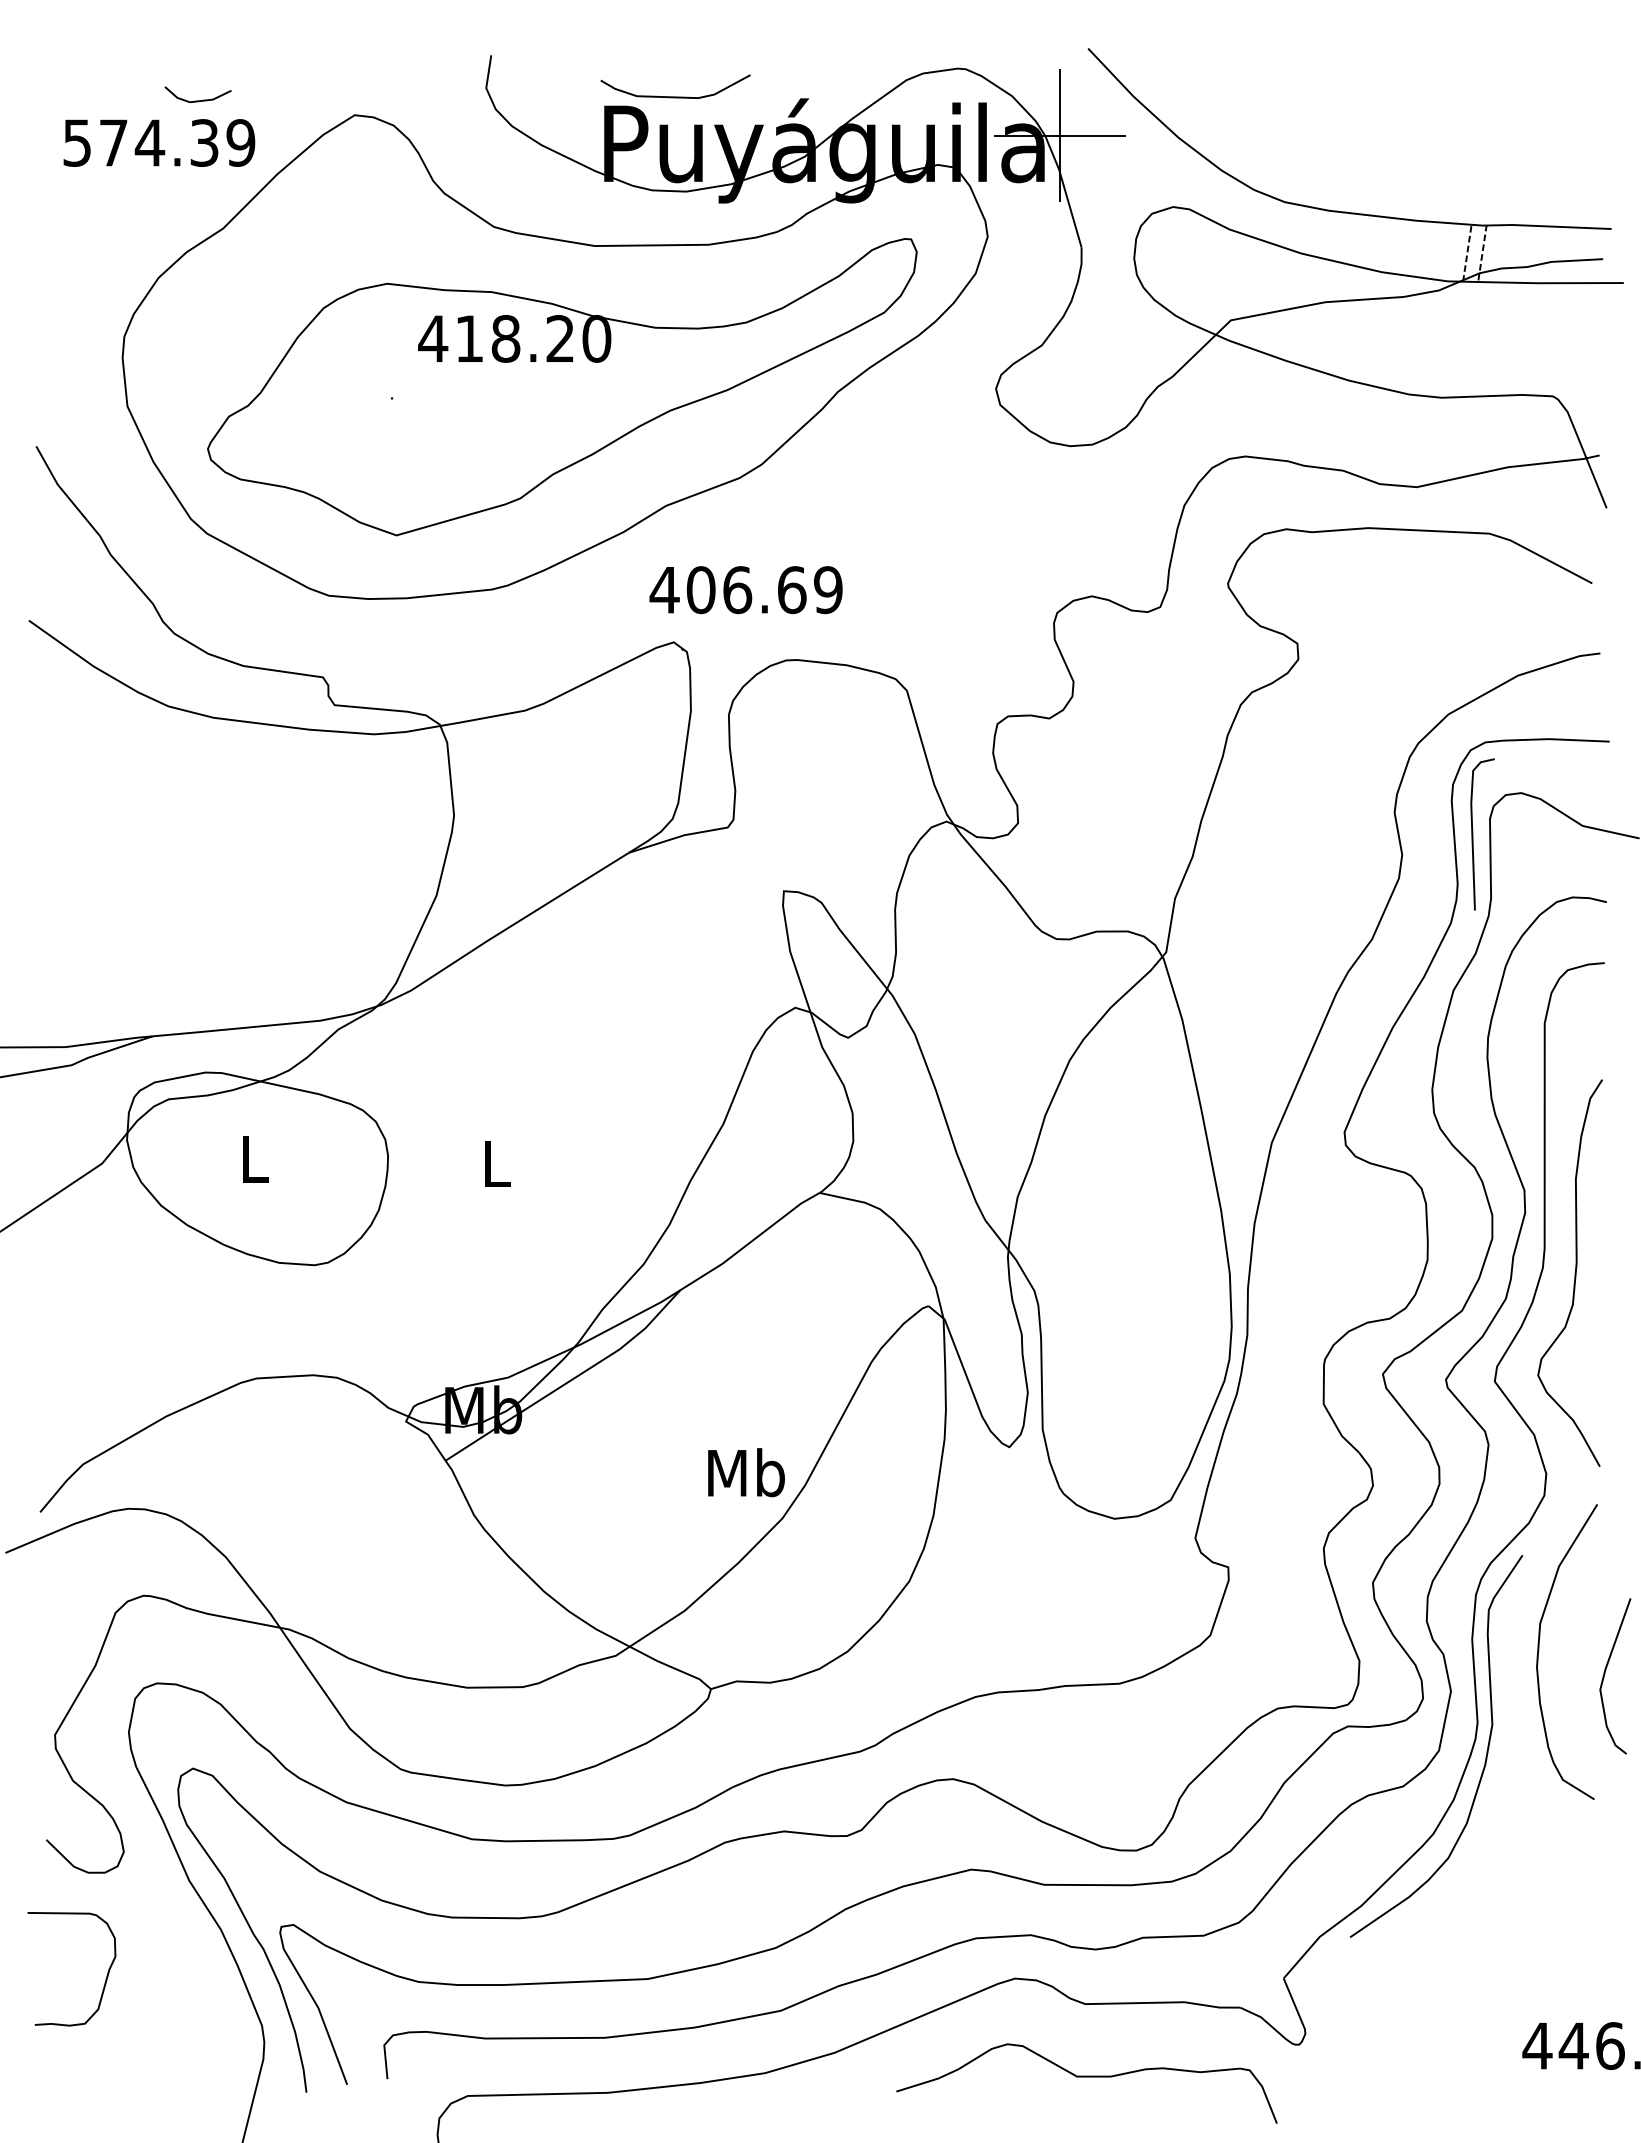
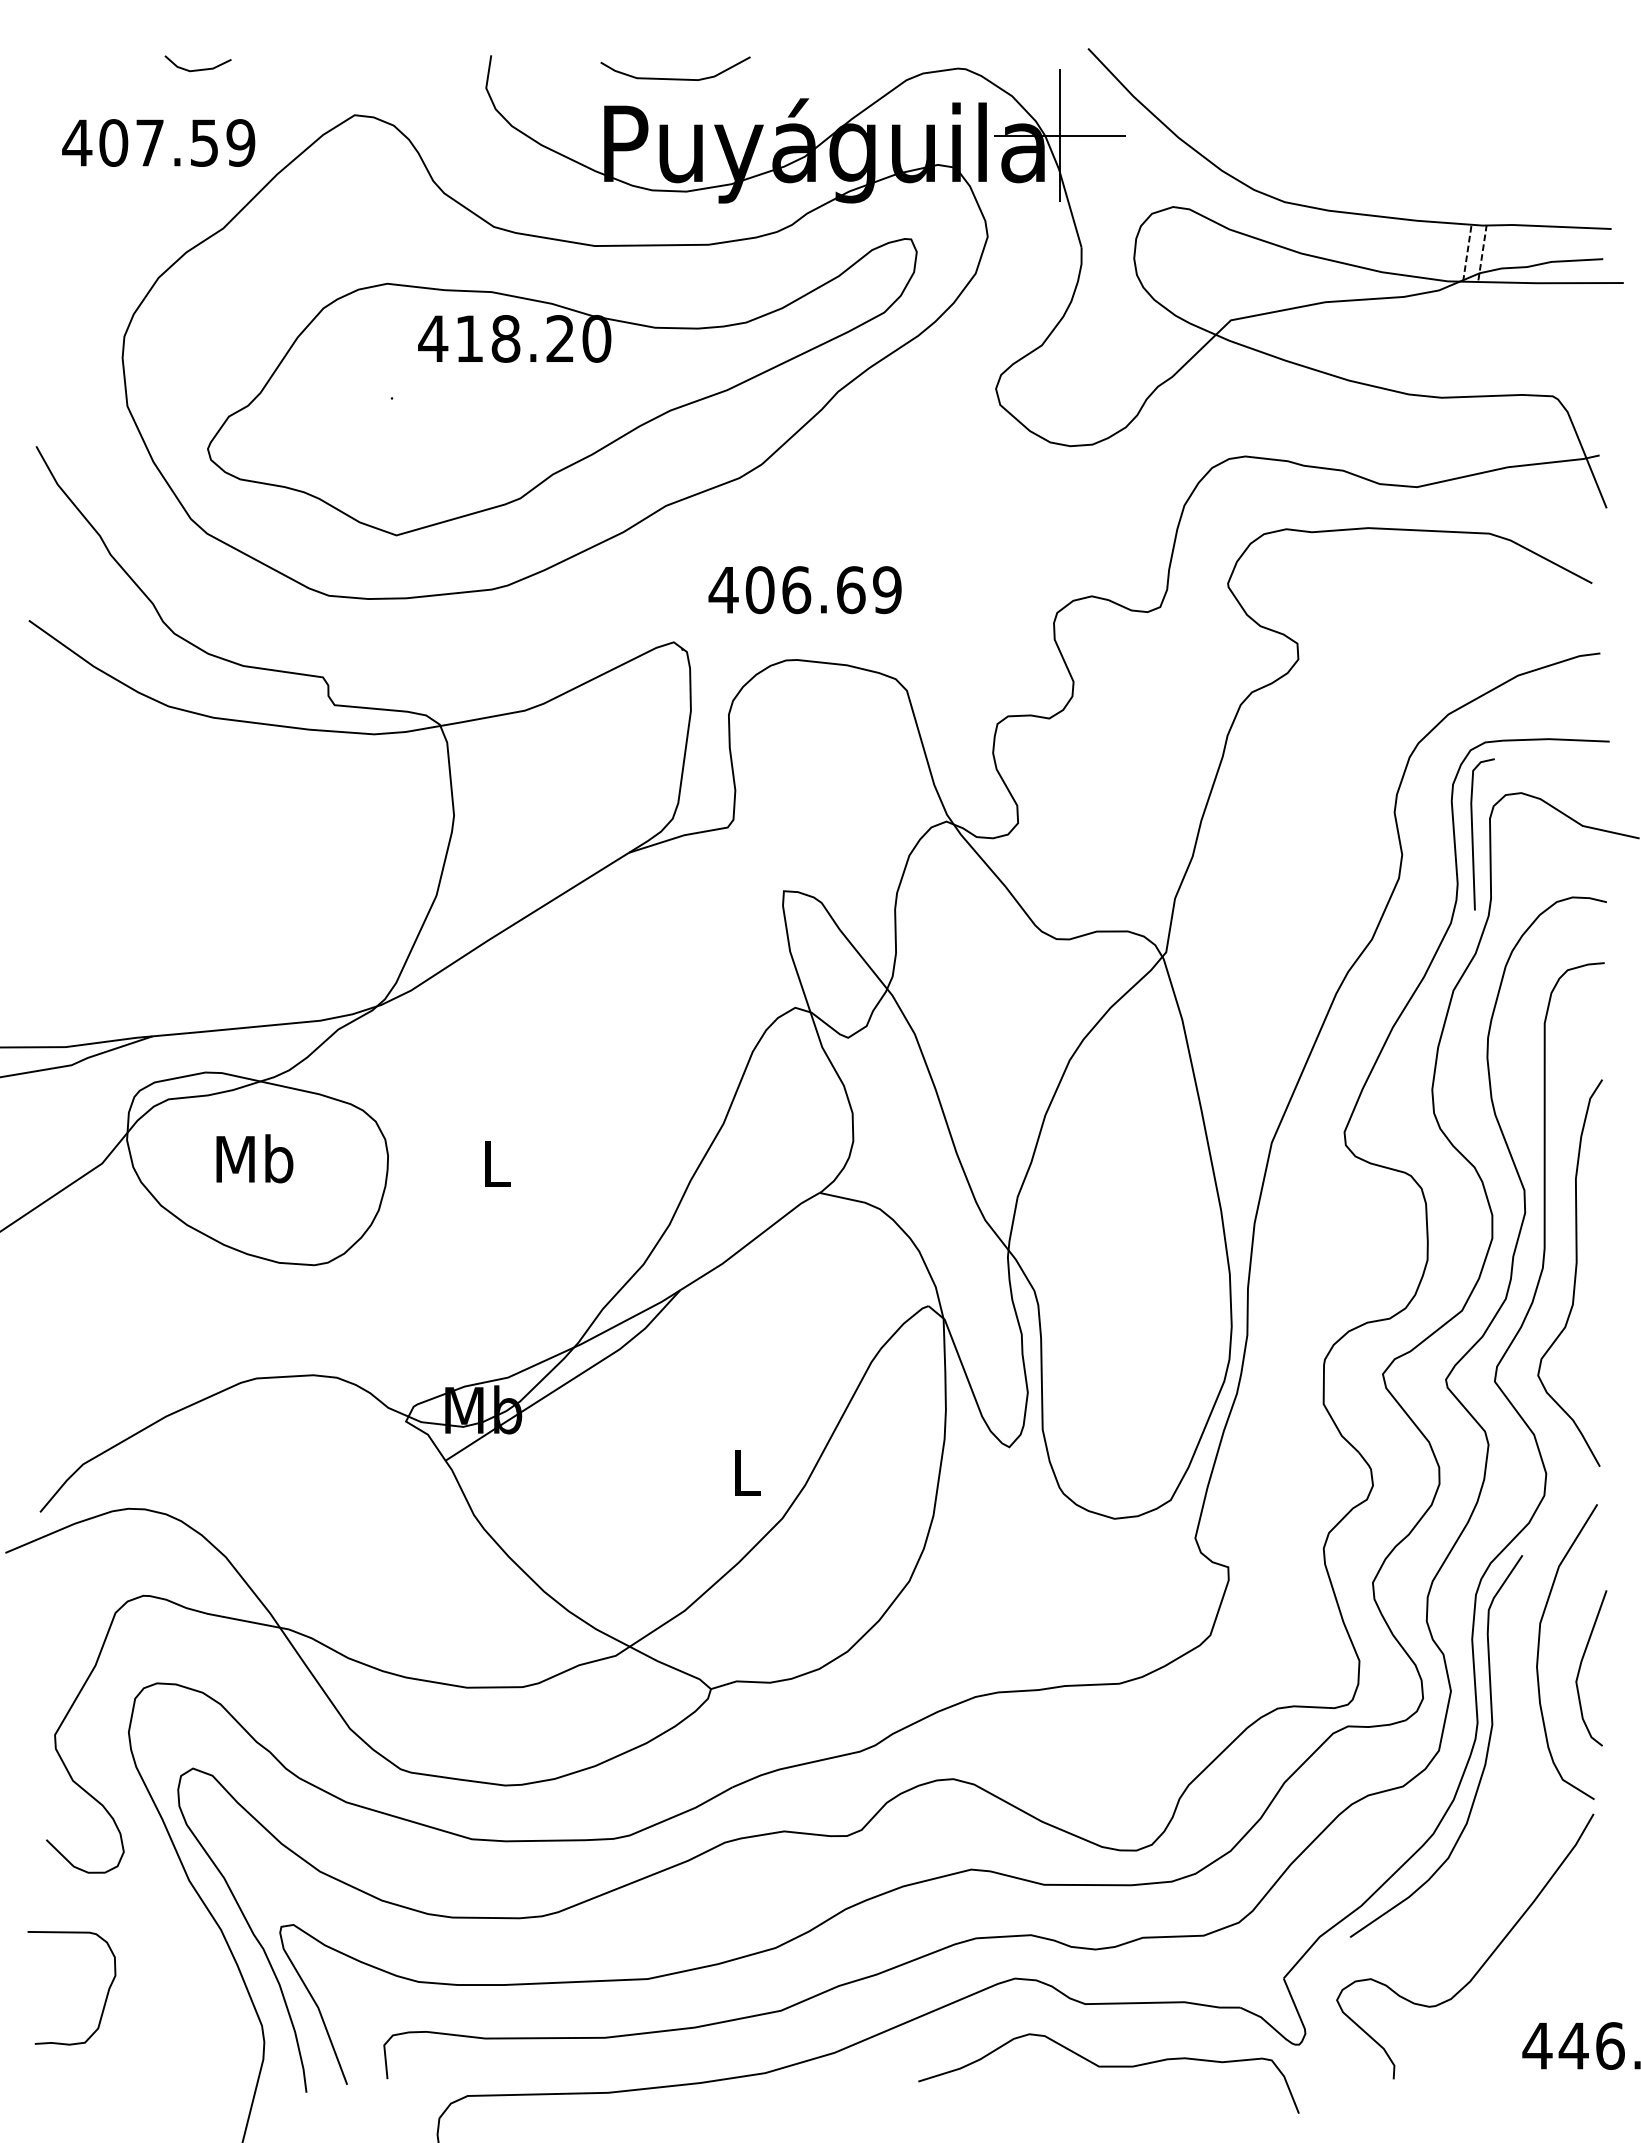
curve at (675, 96) position: (675, 96) -> (675, 78)
line at (197, 100) position: (197, 100) -> (197, 69)
text at (140, 142): 574.39 -> 407.59
text at (745, 590) position: (745, 590) -> (804, 590)
text at (254, 1158): L -> Mb
text at (746, 1472): Mb -> L
curve at (1605, 1674) position: (1605, 1674) -> (1581, 1666)
curve at (1484, 1961): none -> present
curve at (105, 1979) position: (105, 1979) -> (105, 1998)
curve at (1086, 2077) position: (1086, 2077) -> (1108, 2067)
